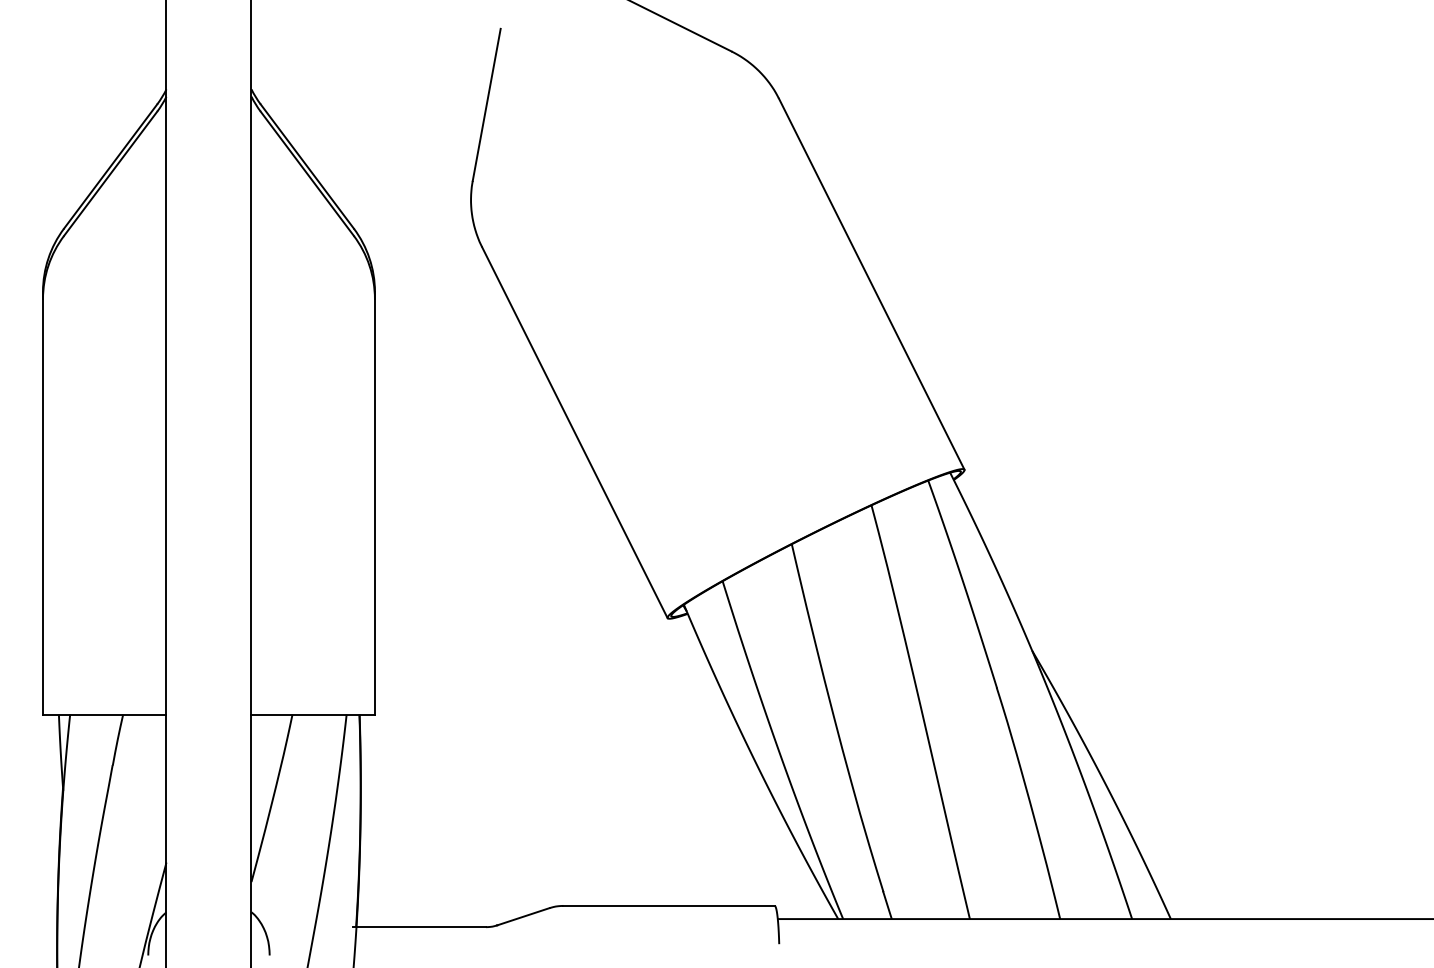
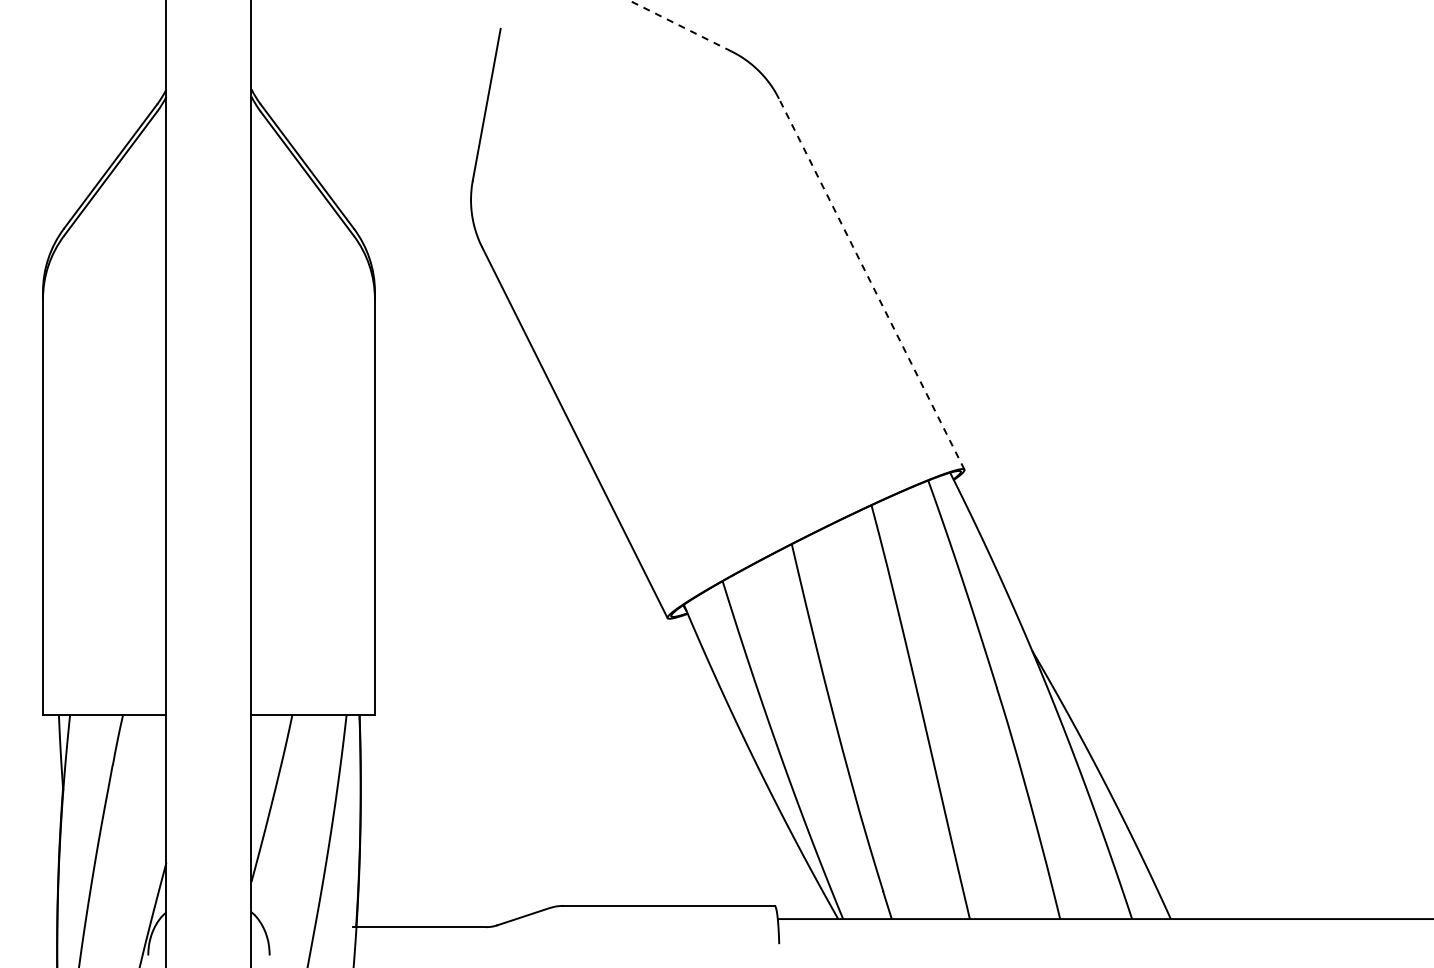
line at (679, 25): solid -> dashed
line at (871, 283): solid -> dashed
